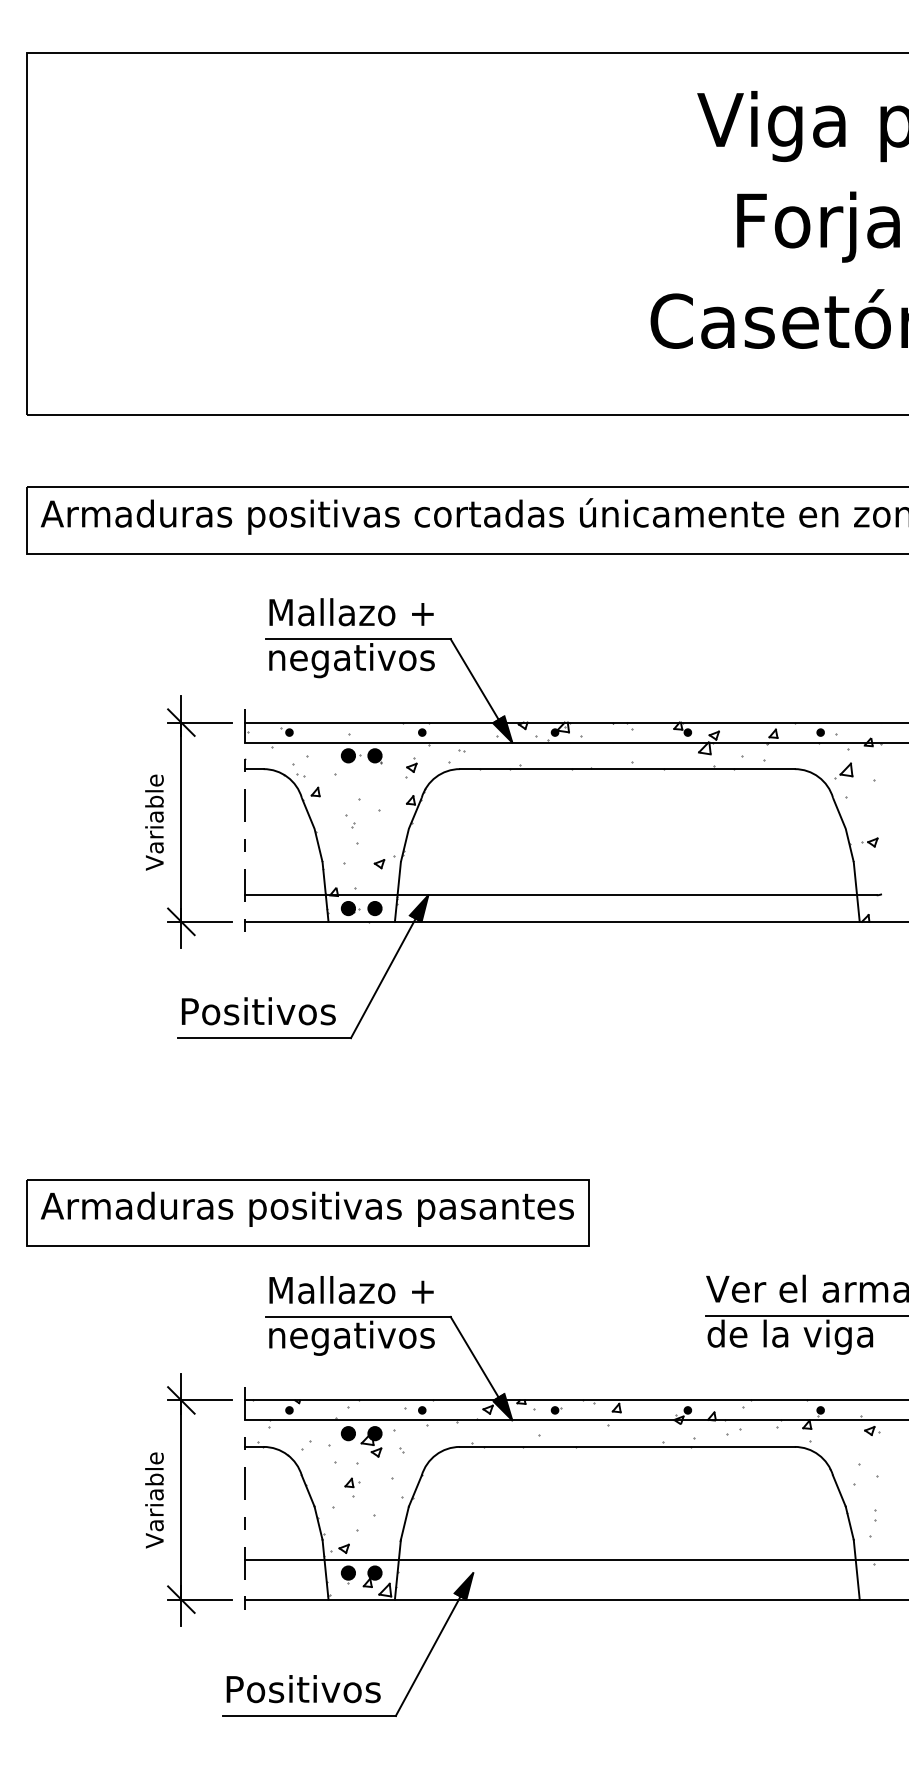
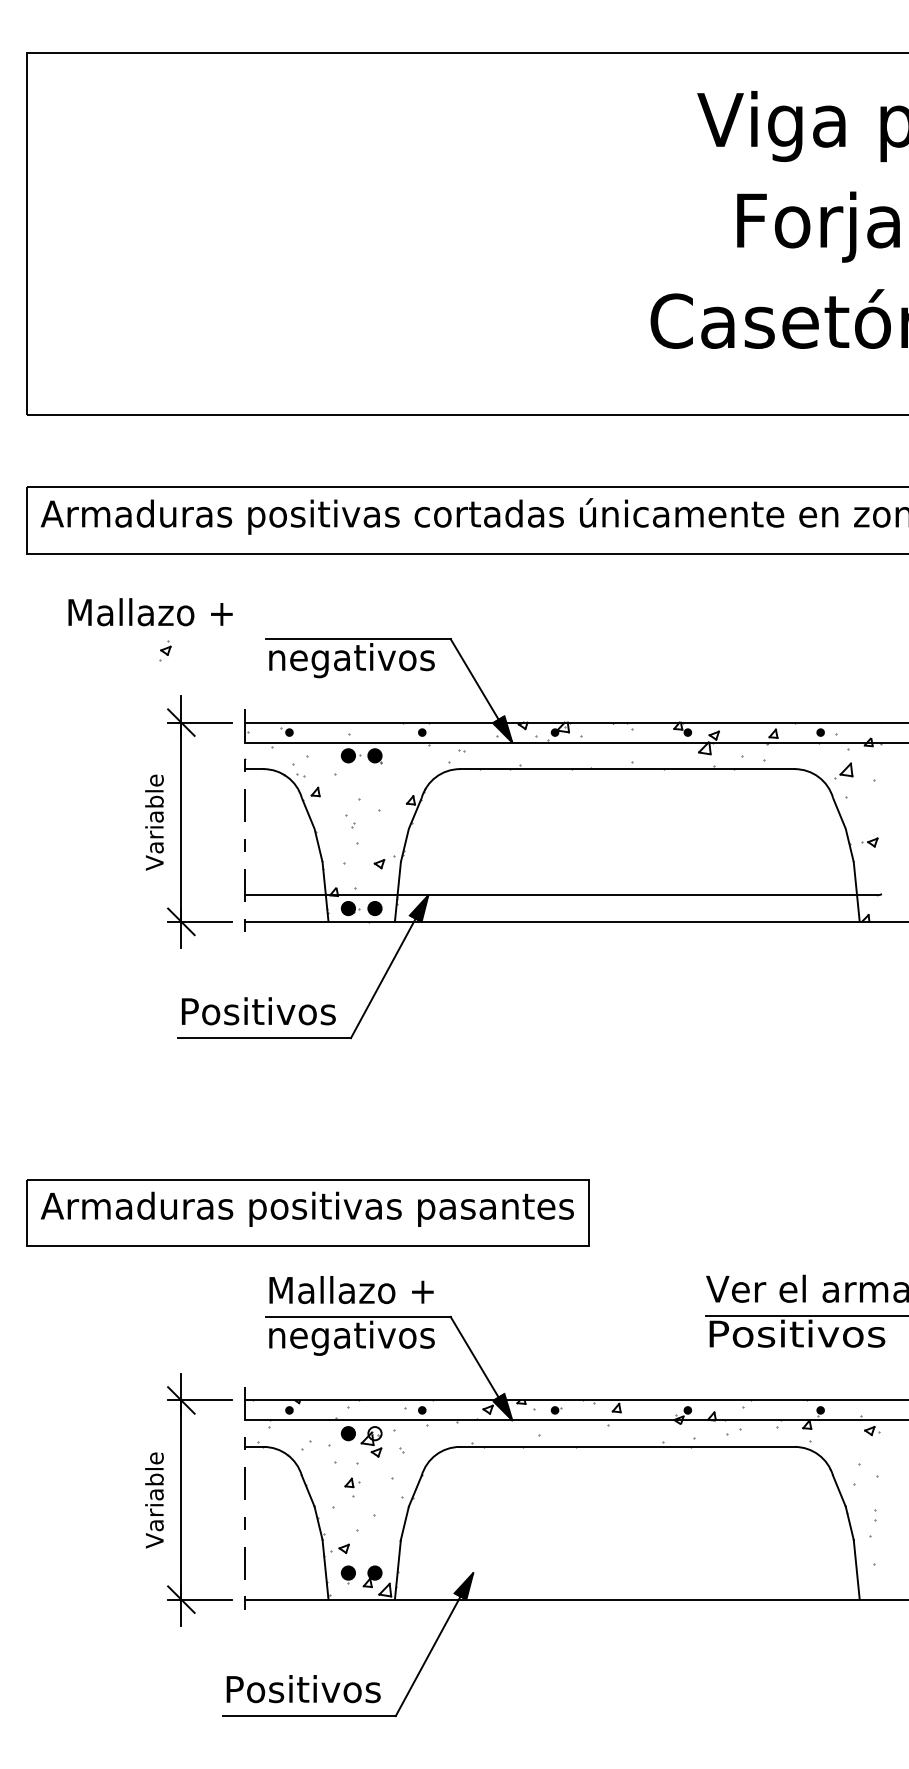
text at (351, 612) position: (351, 612) -> (150, 612)
part at (411, 767) position: (411, 767) -> (165, 650)
text at (796, 1336): de la viga -> Positivos
fill at (374, 1433): present -> none
line at (574, 1559): present -> none
